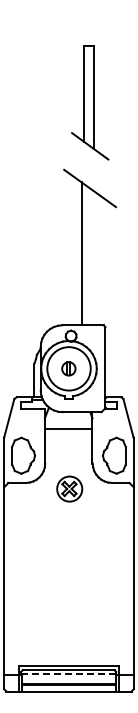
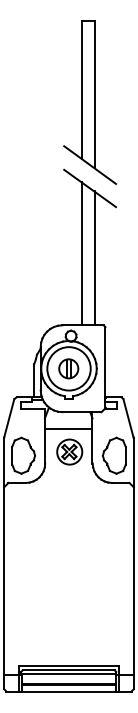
part at (90, 102) size: 39x116 px -> 55x165 px
line at (94, 258): none -> present
part at (68, 368) size: 16x16 px -> 22x22 px
part at (69, 488) position: (69, 488) -> (69, 451)
line at (68, 674): dashed -> solid
